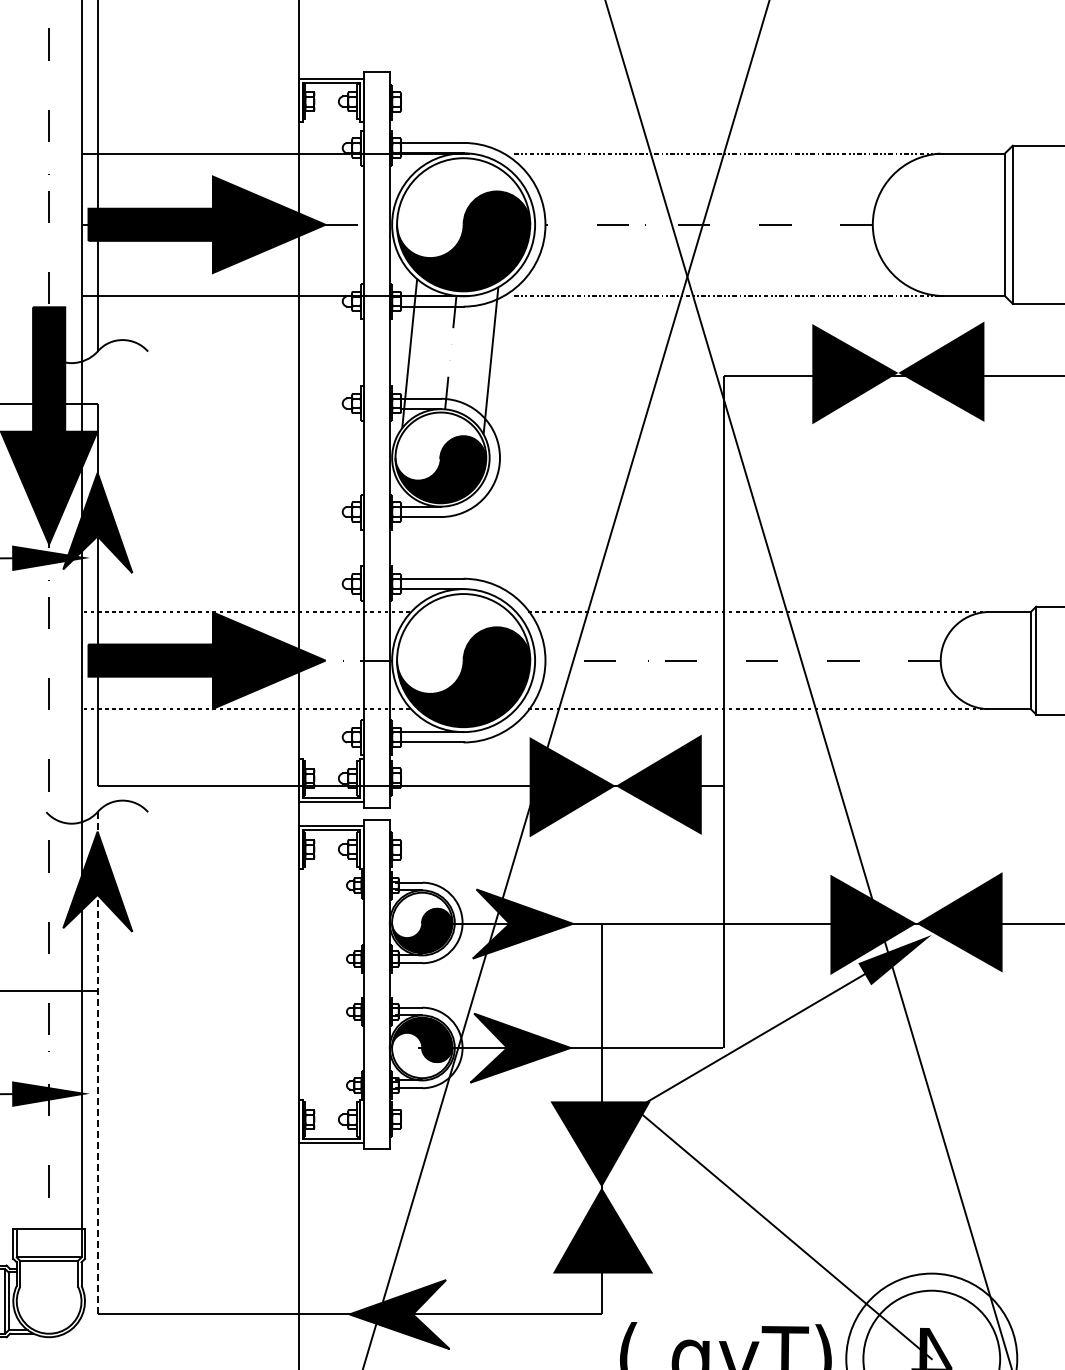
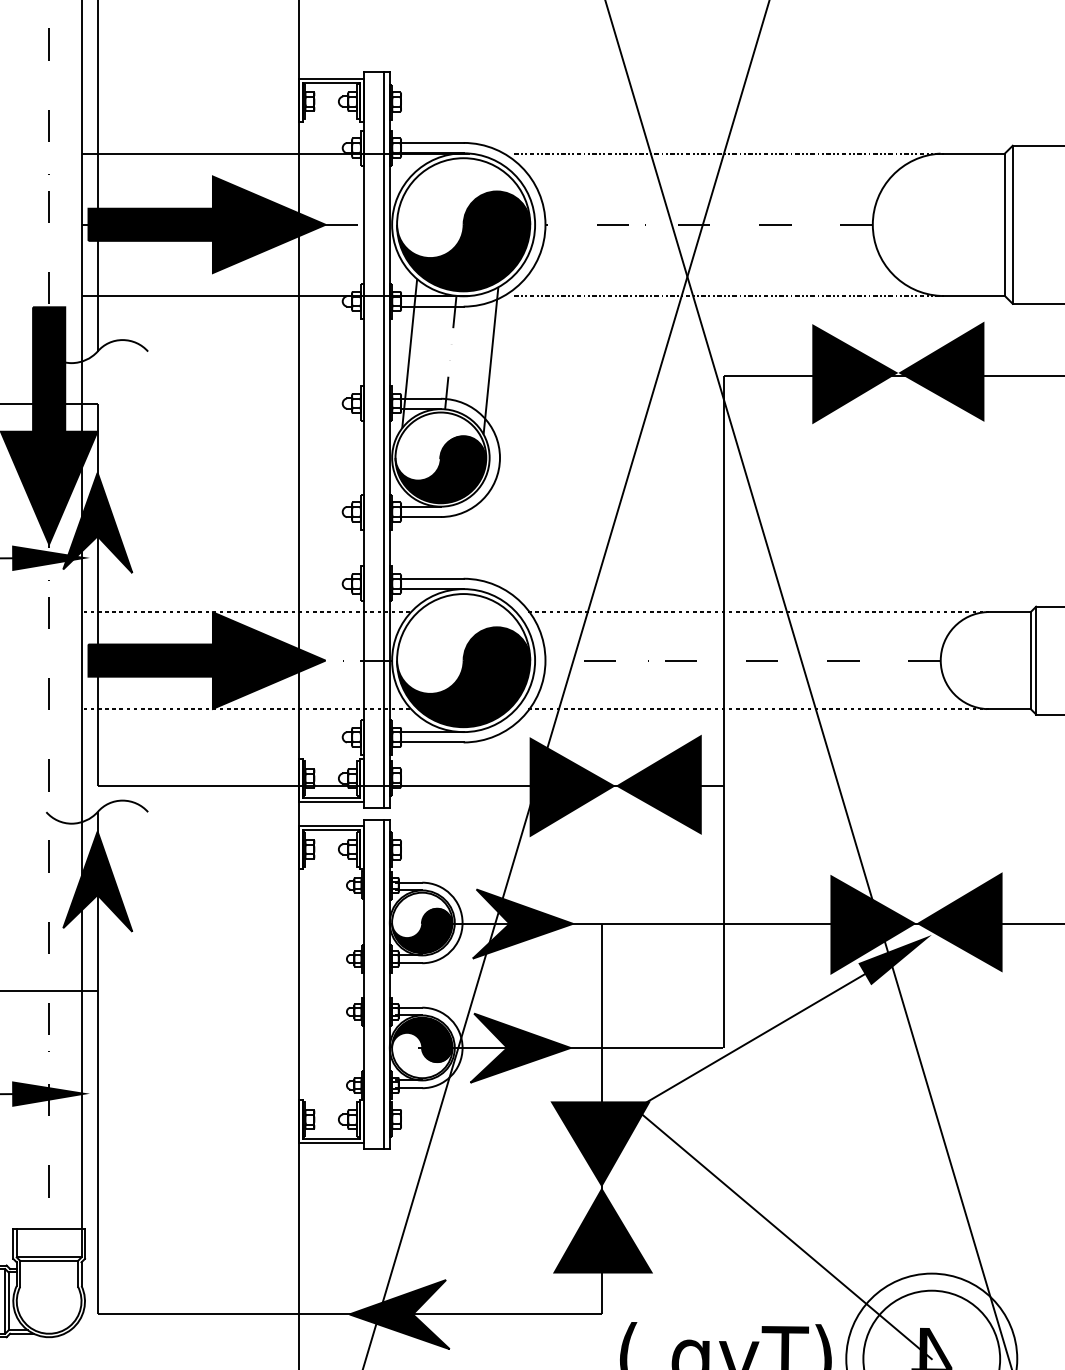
line at (383, 440): none -> present
line at (383, 984): none -> present
line at (97, 1063): dashed -> solid
